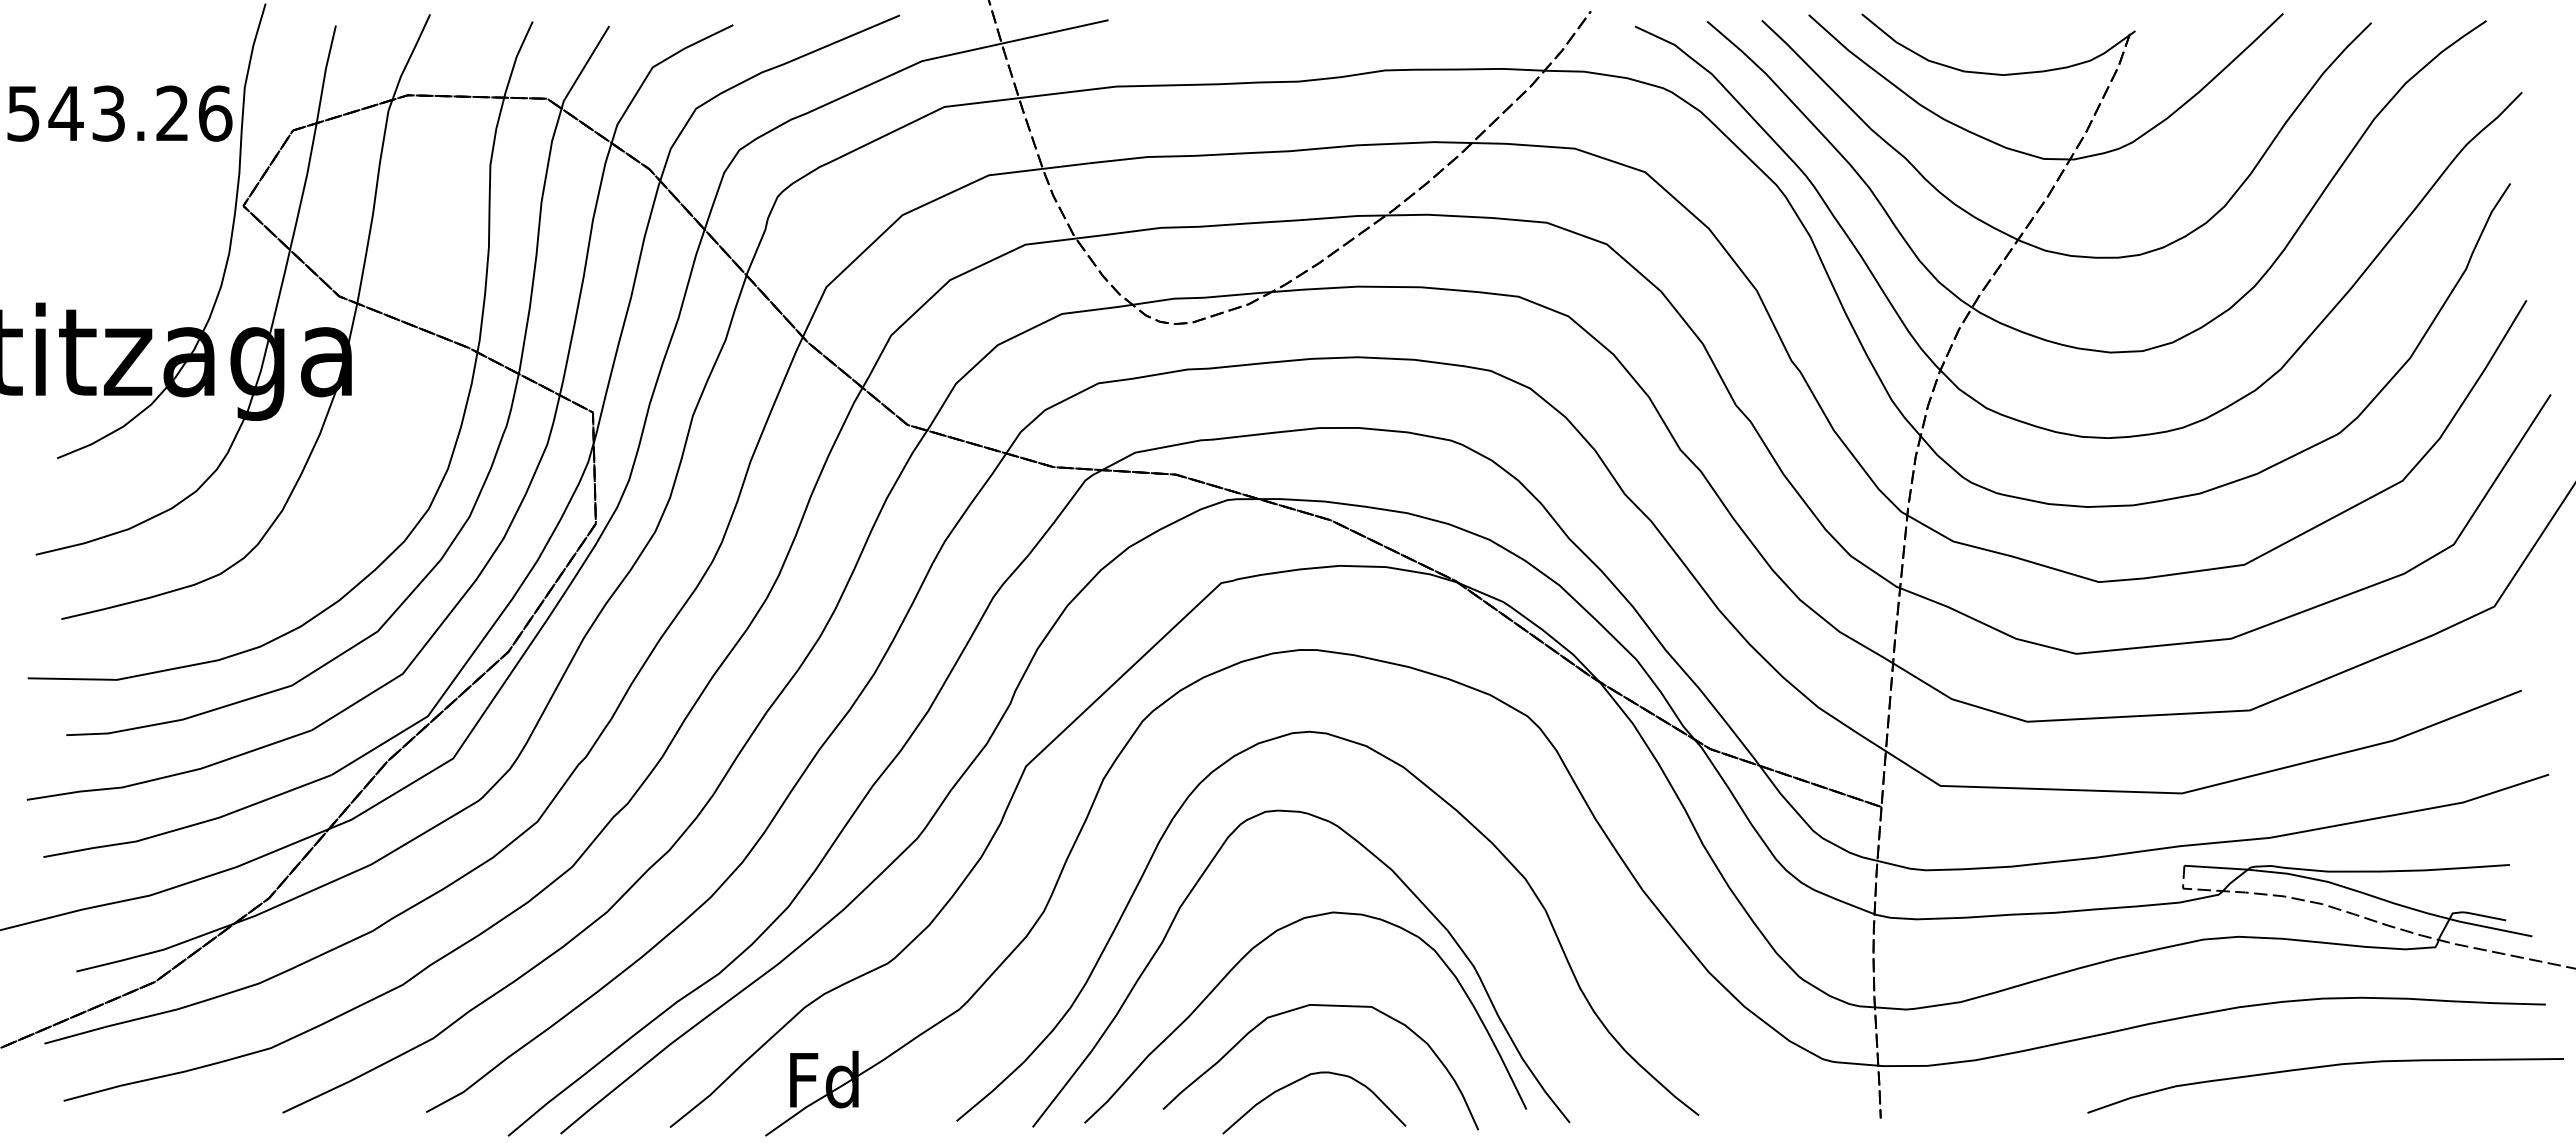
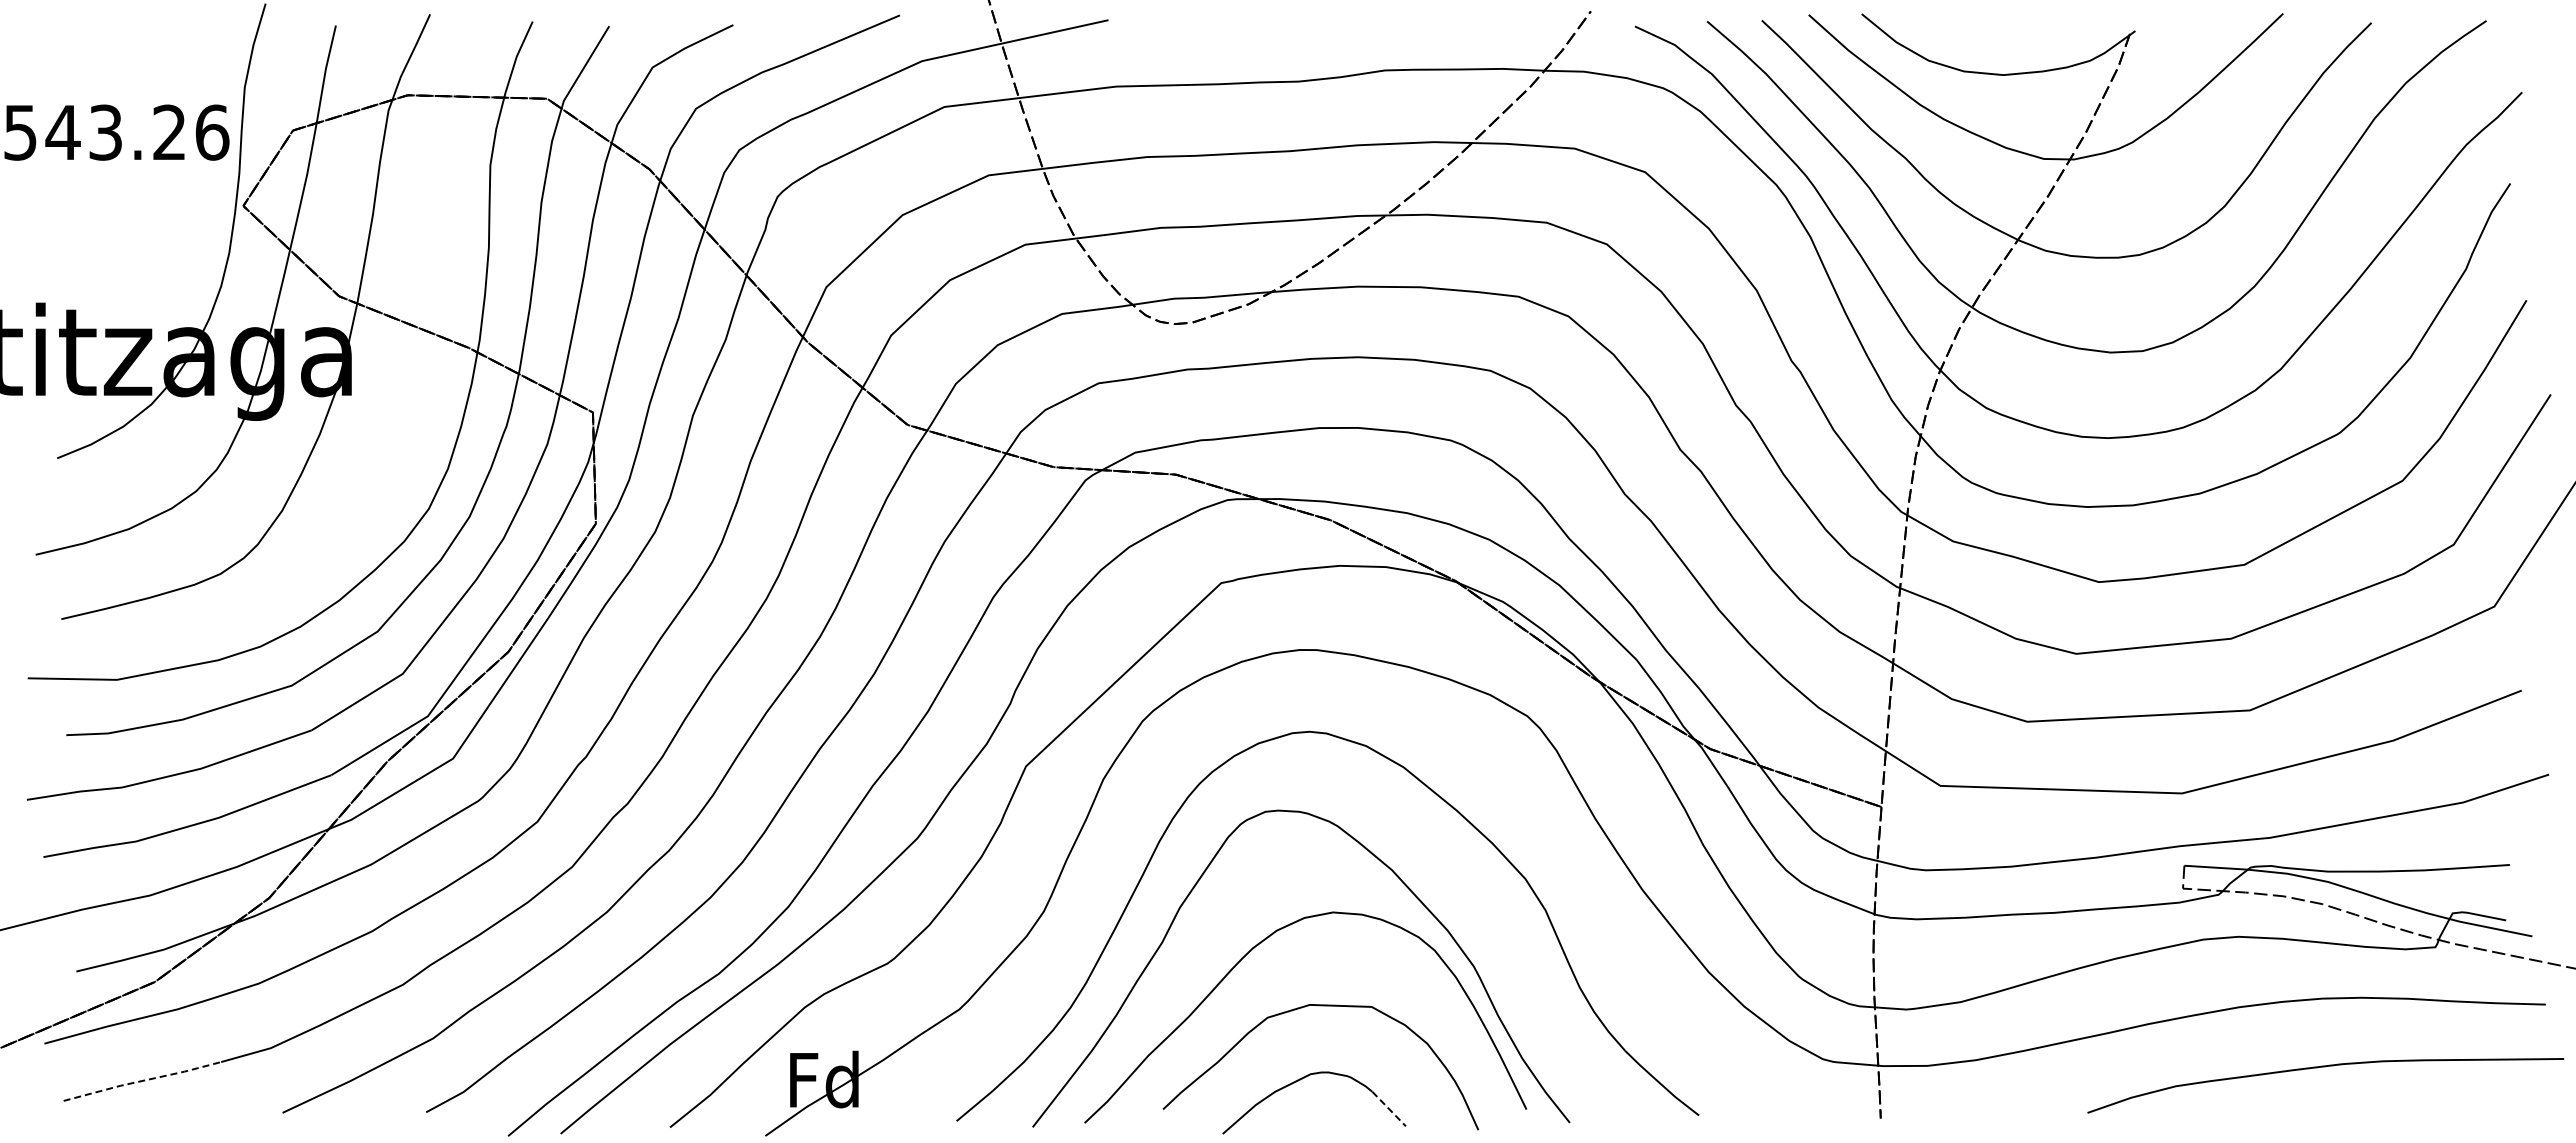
text at (119, 113) position: (119, 113) -> (116, 132)
line at (142, 1080): solid -> dashed
line at (1389, 1109): solid -> dashed
